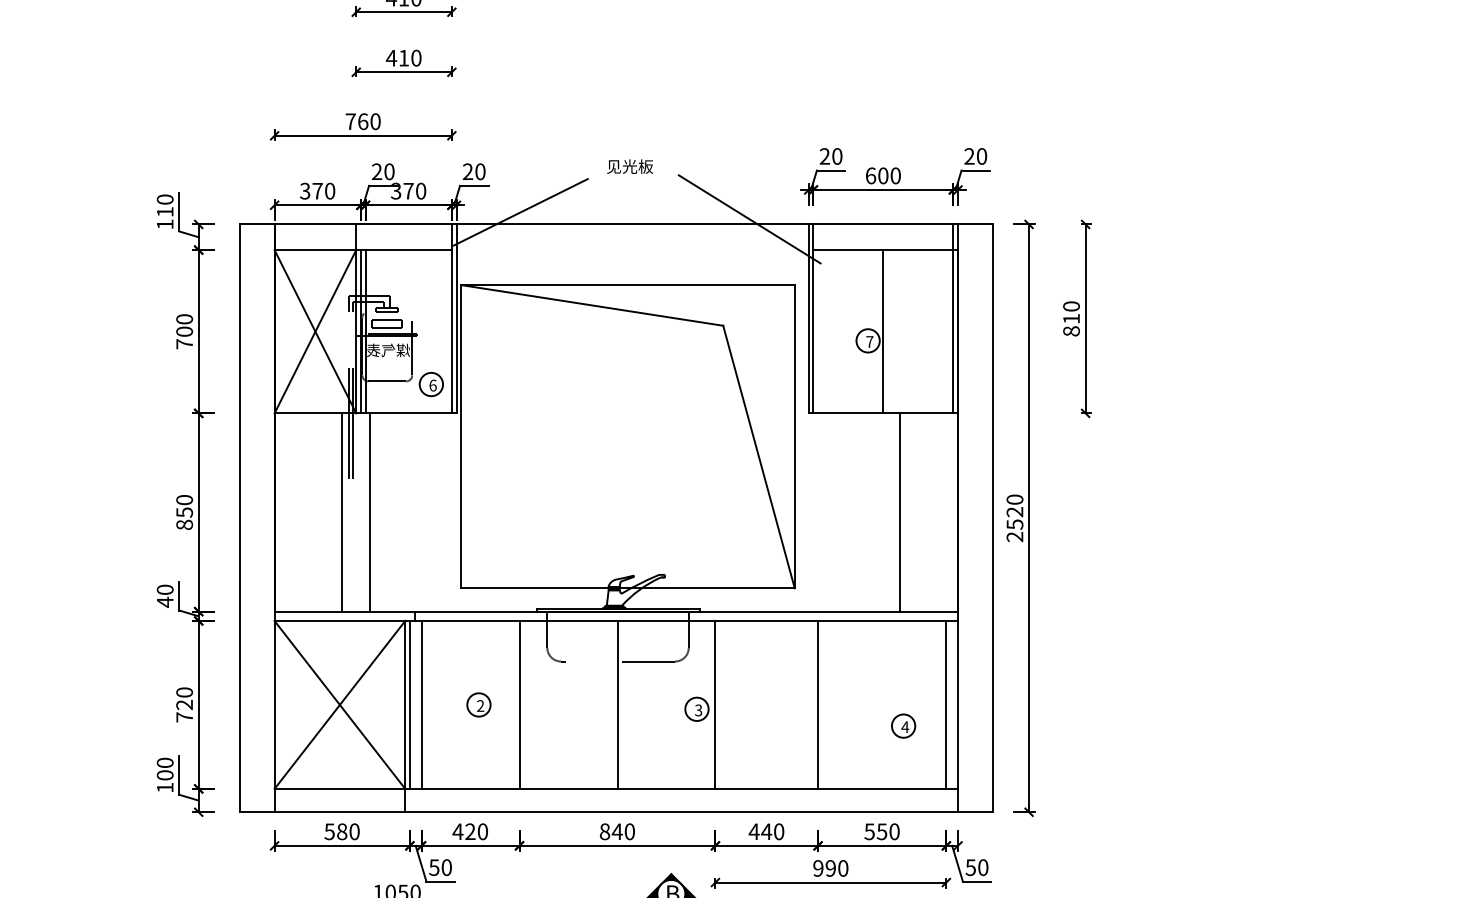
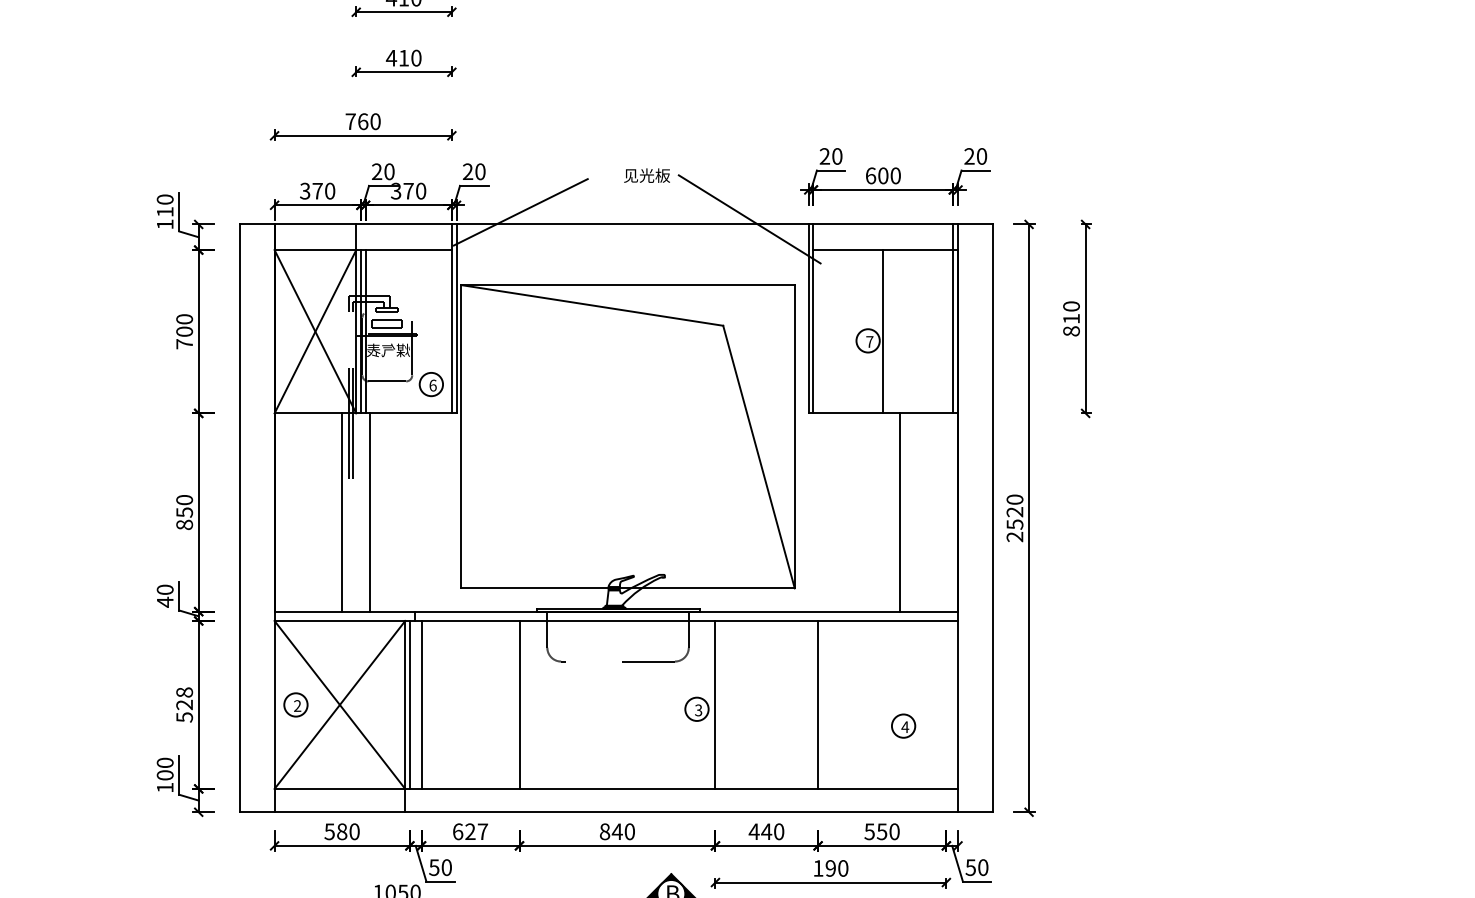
text at (629, 166) position: (629, 166) -> (646, 175)
text at (184, 704): 720 -> 528
part at (478, 704) position: (478, 704) -> (295, 704)
line at (617, 704): present -> none
line at (946, 704): present -> none
text at (470, 831): 420 -> 627
text at (818, 868): 990 -> 190
